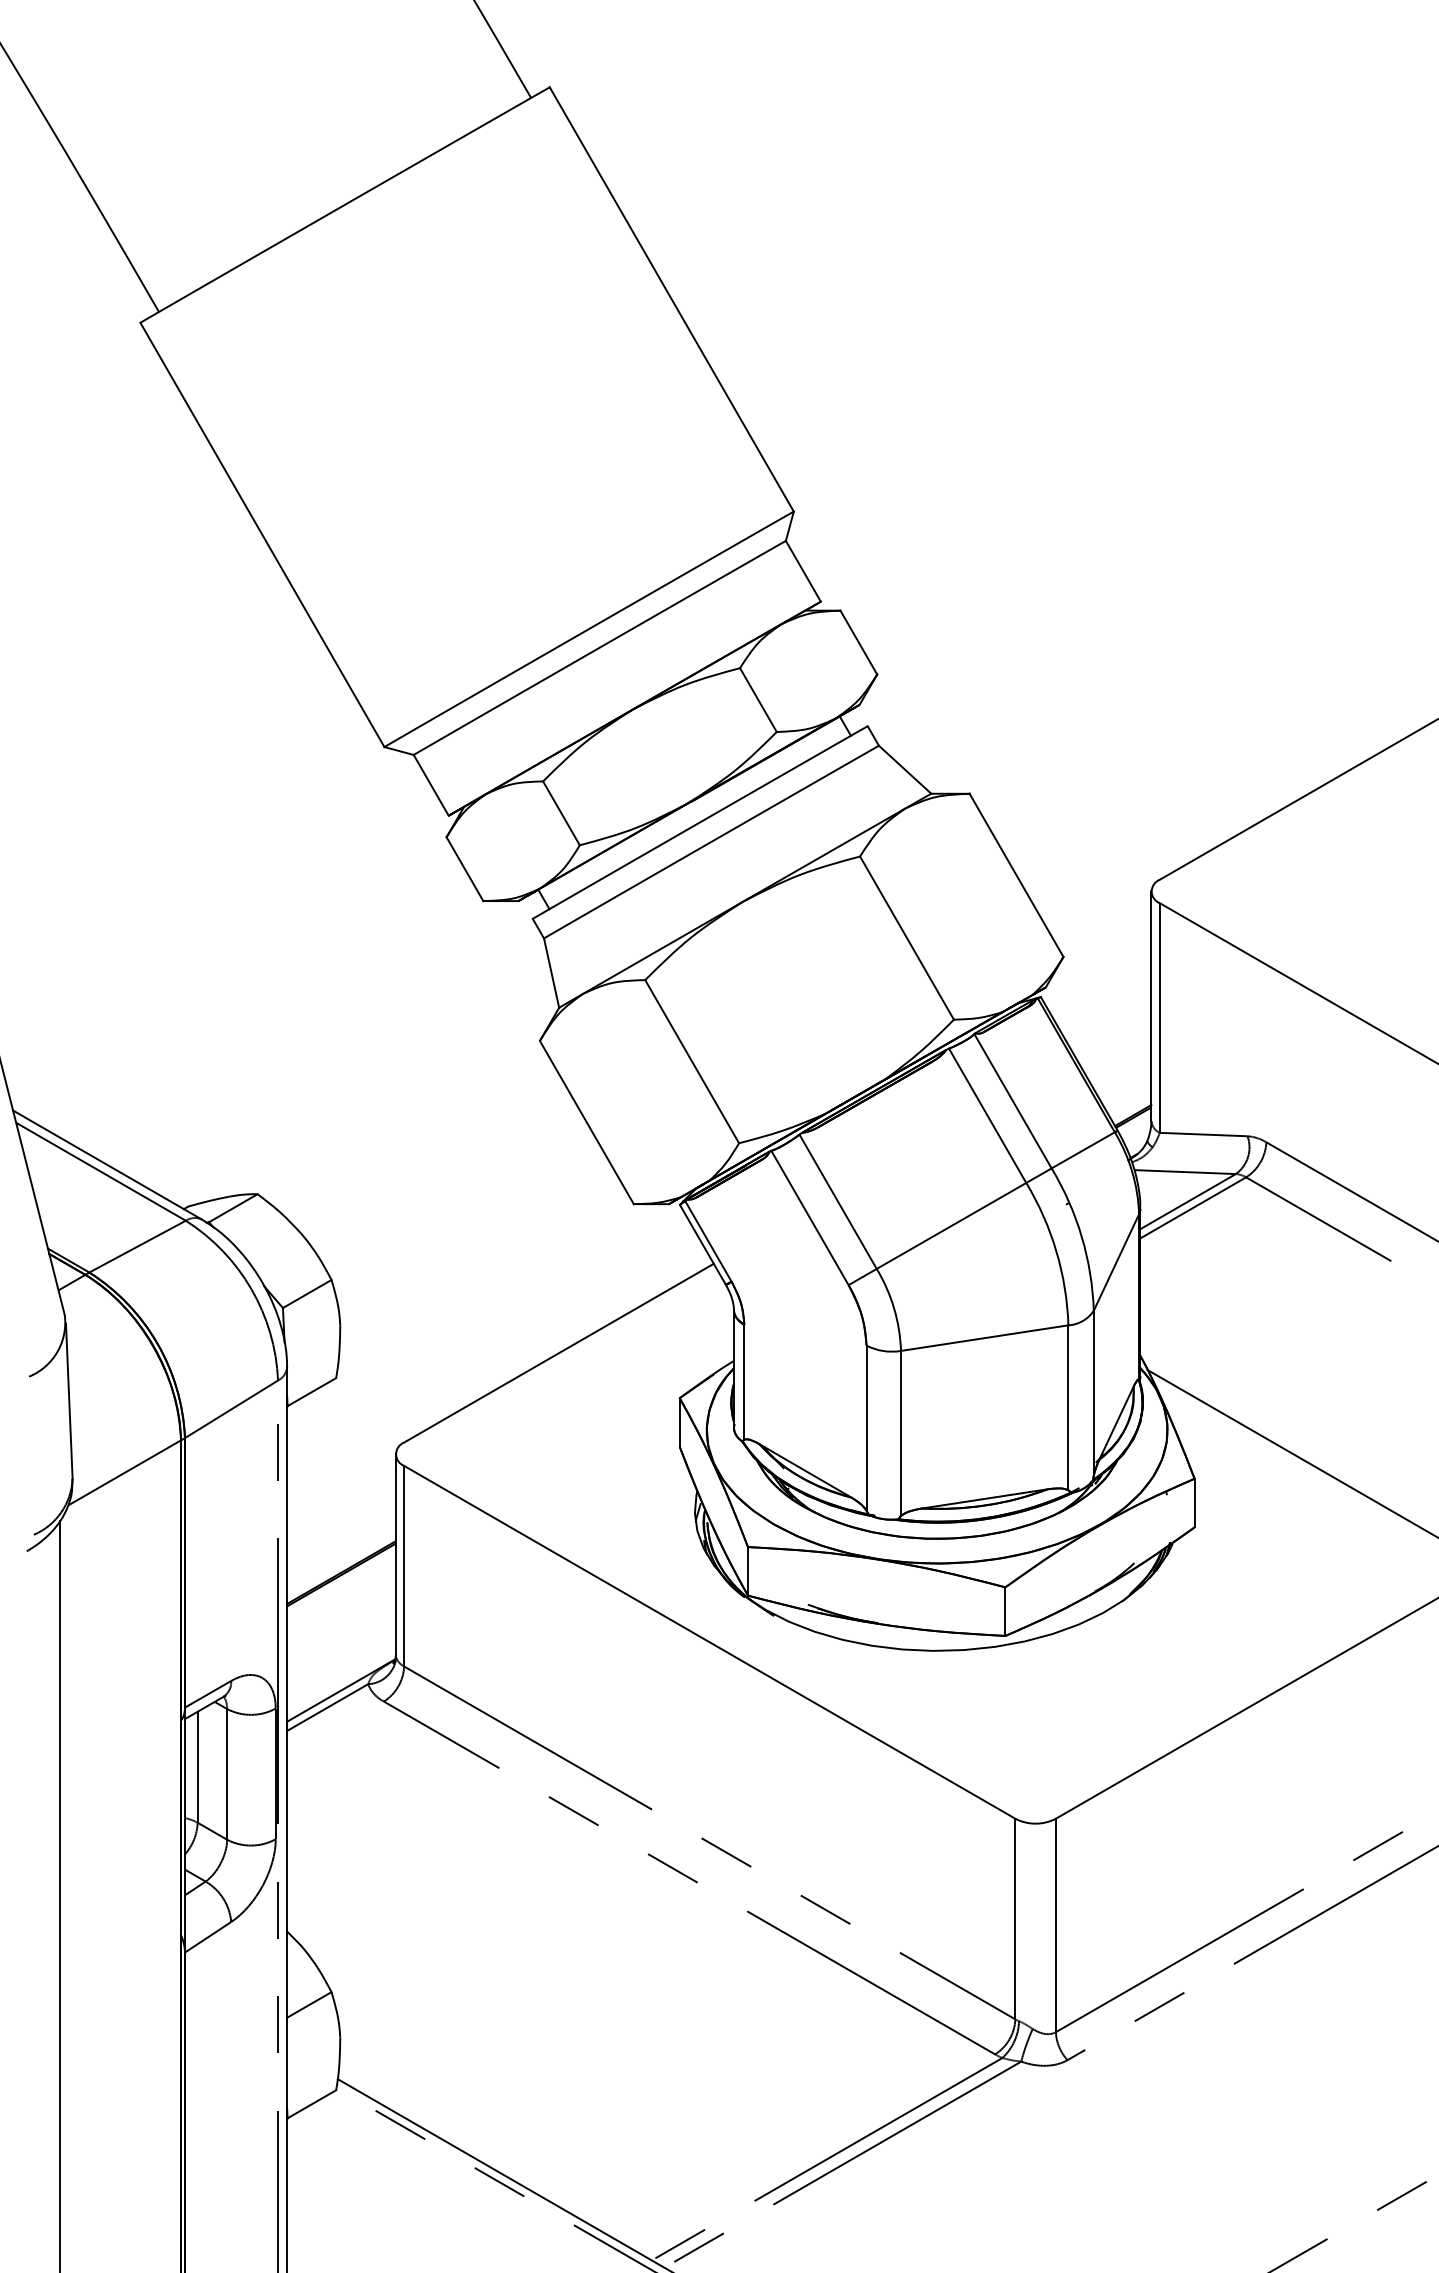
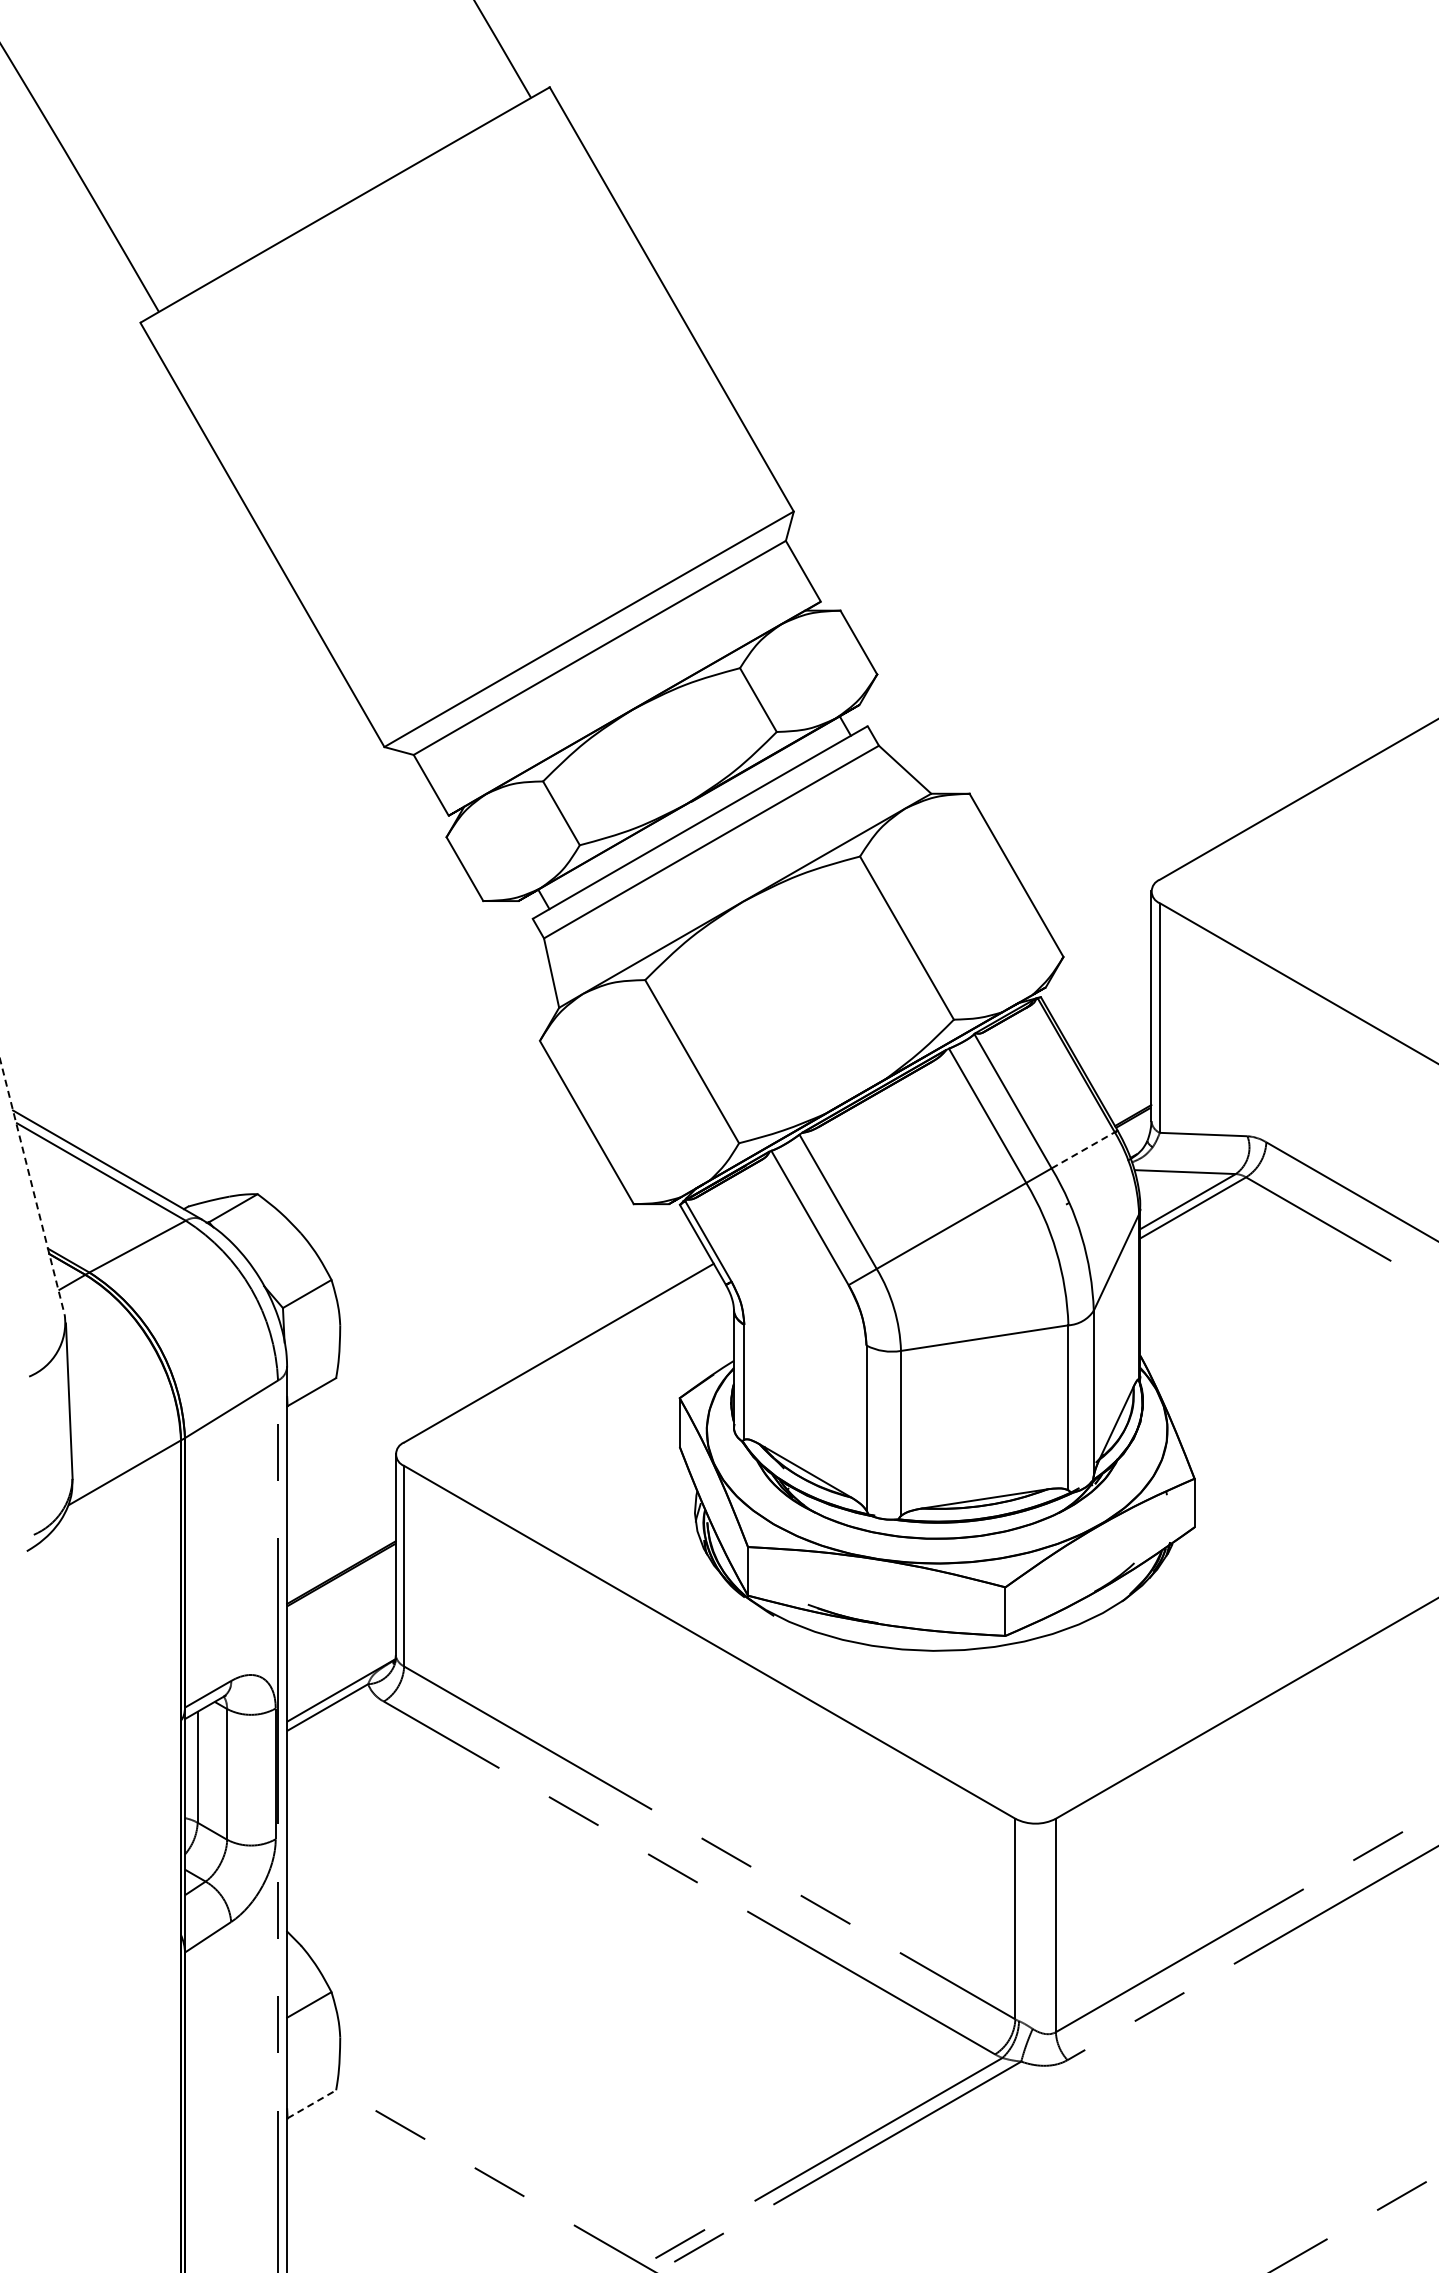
line at (1083, 1150): solid -> dashed
line at (32, 1187): solid -> dashed
line at (1291, 1453): present -> none
line at (59, 1895): present -> none
line at (312, 2104): solid -> dashed
line at (502, 2174): present -> none
